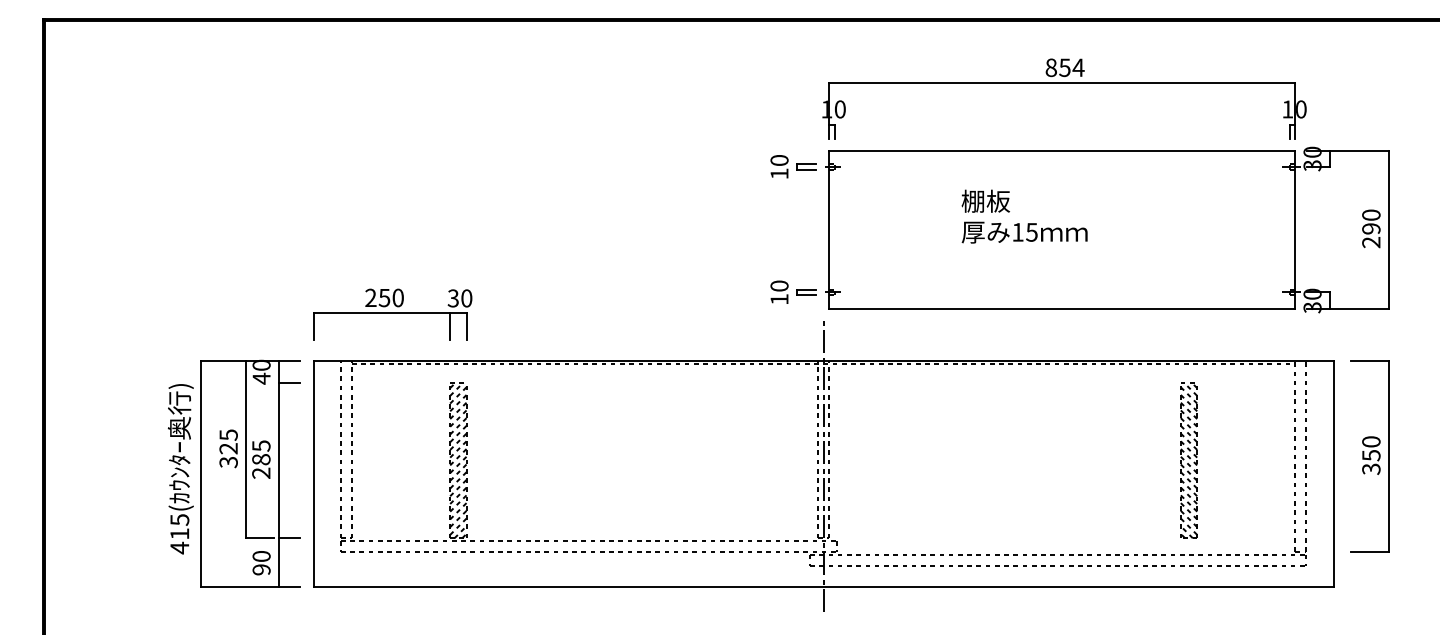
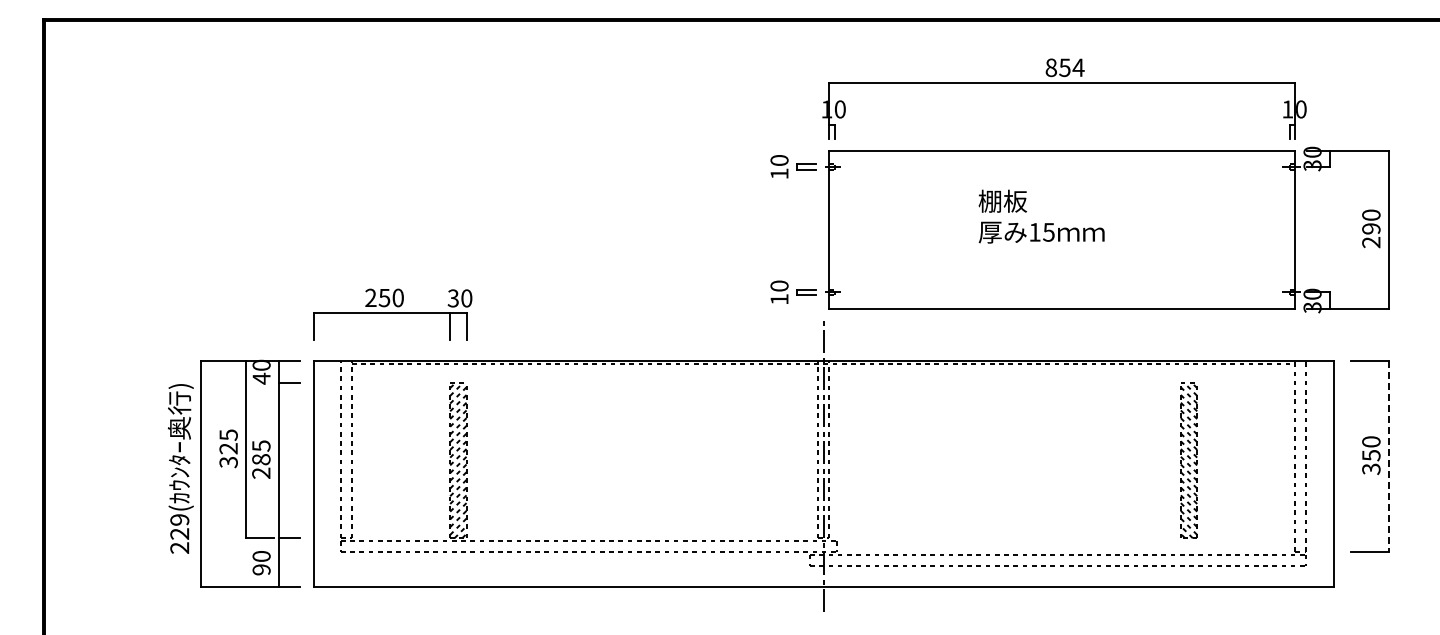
text at (1024, 216) position: (1024, 216) -> (1041, 216)
line at (1388, 456): solid -> dashed
text at (179, 534): 415( -> 229(
